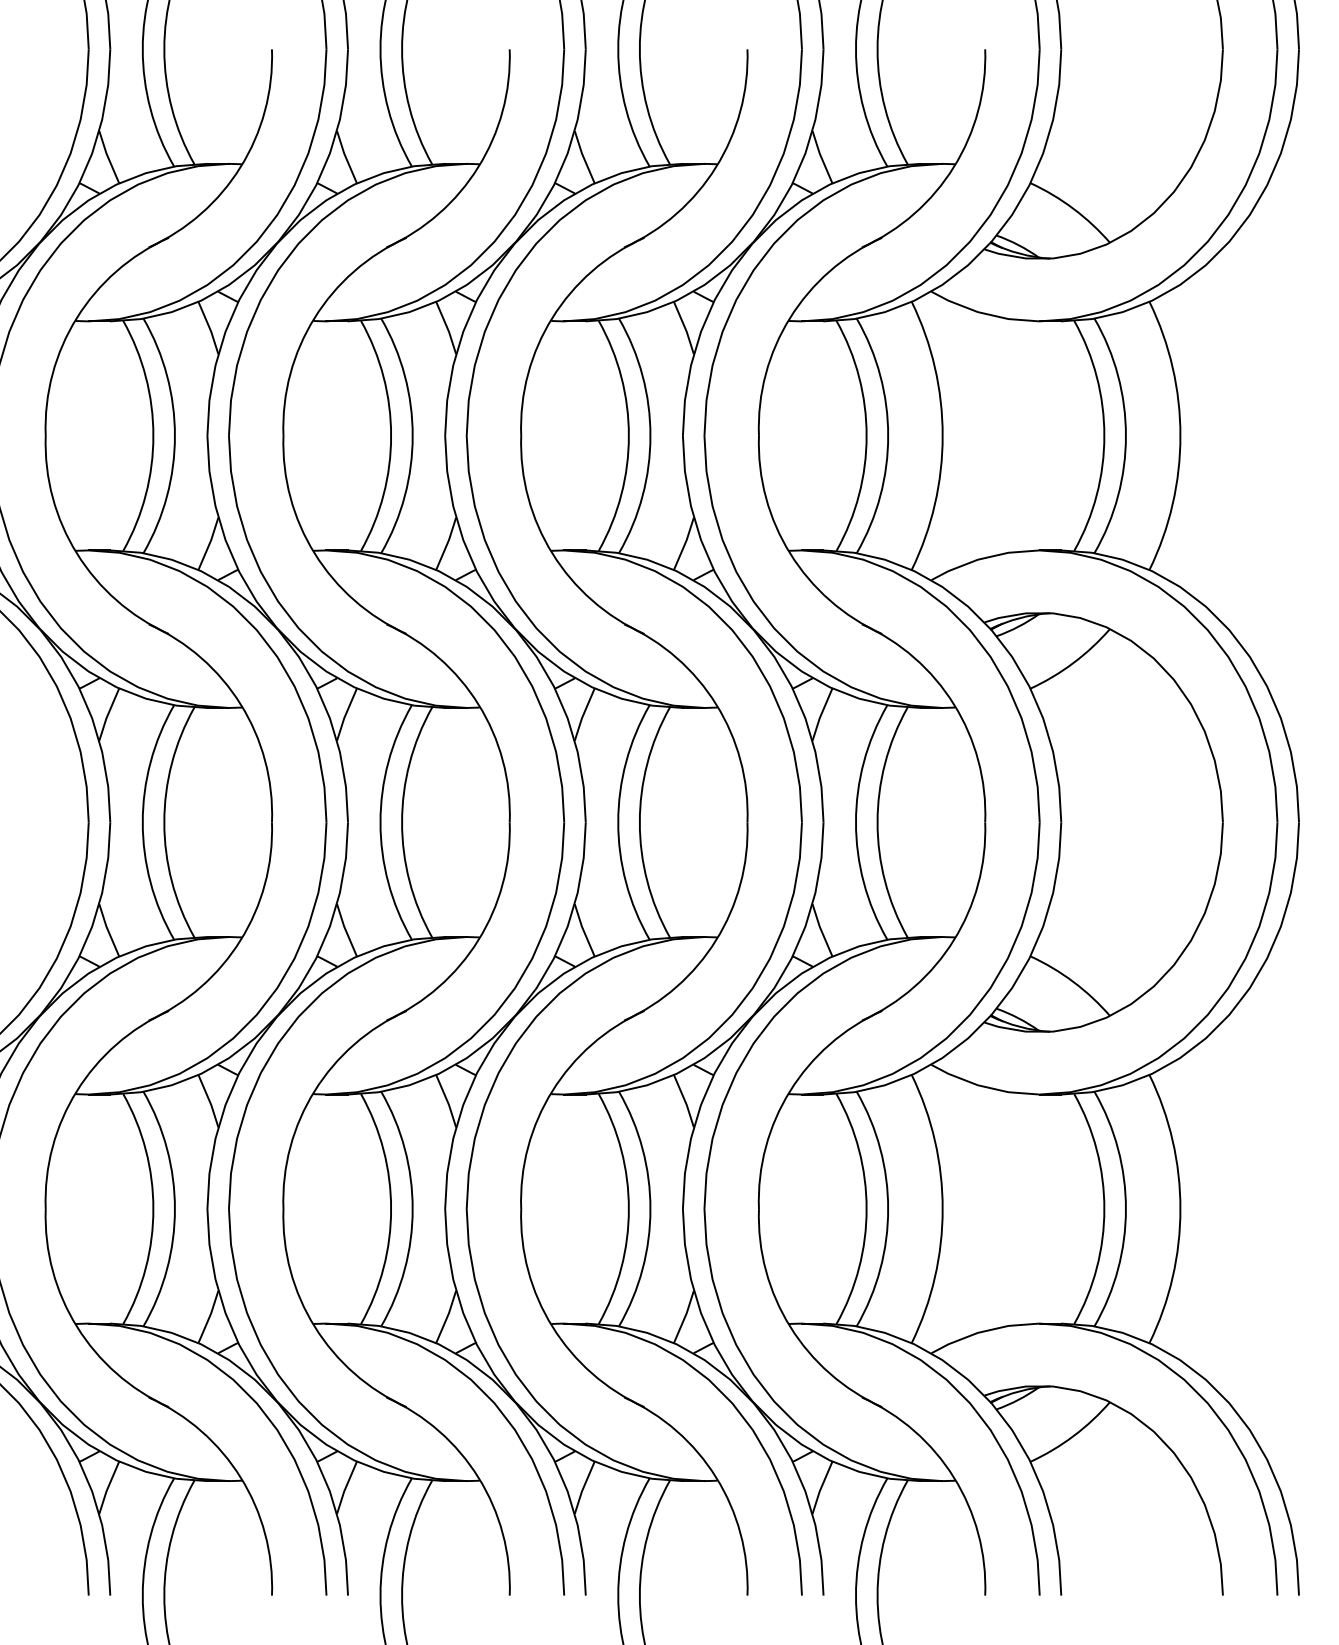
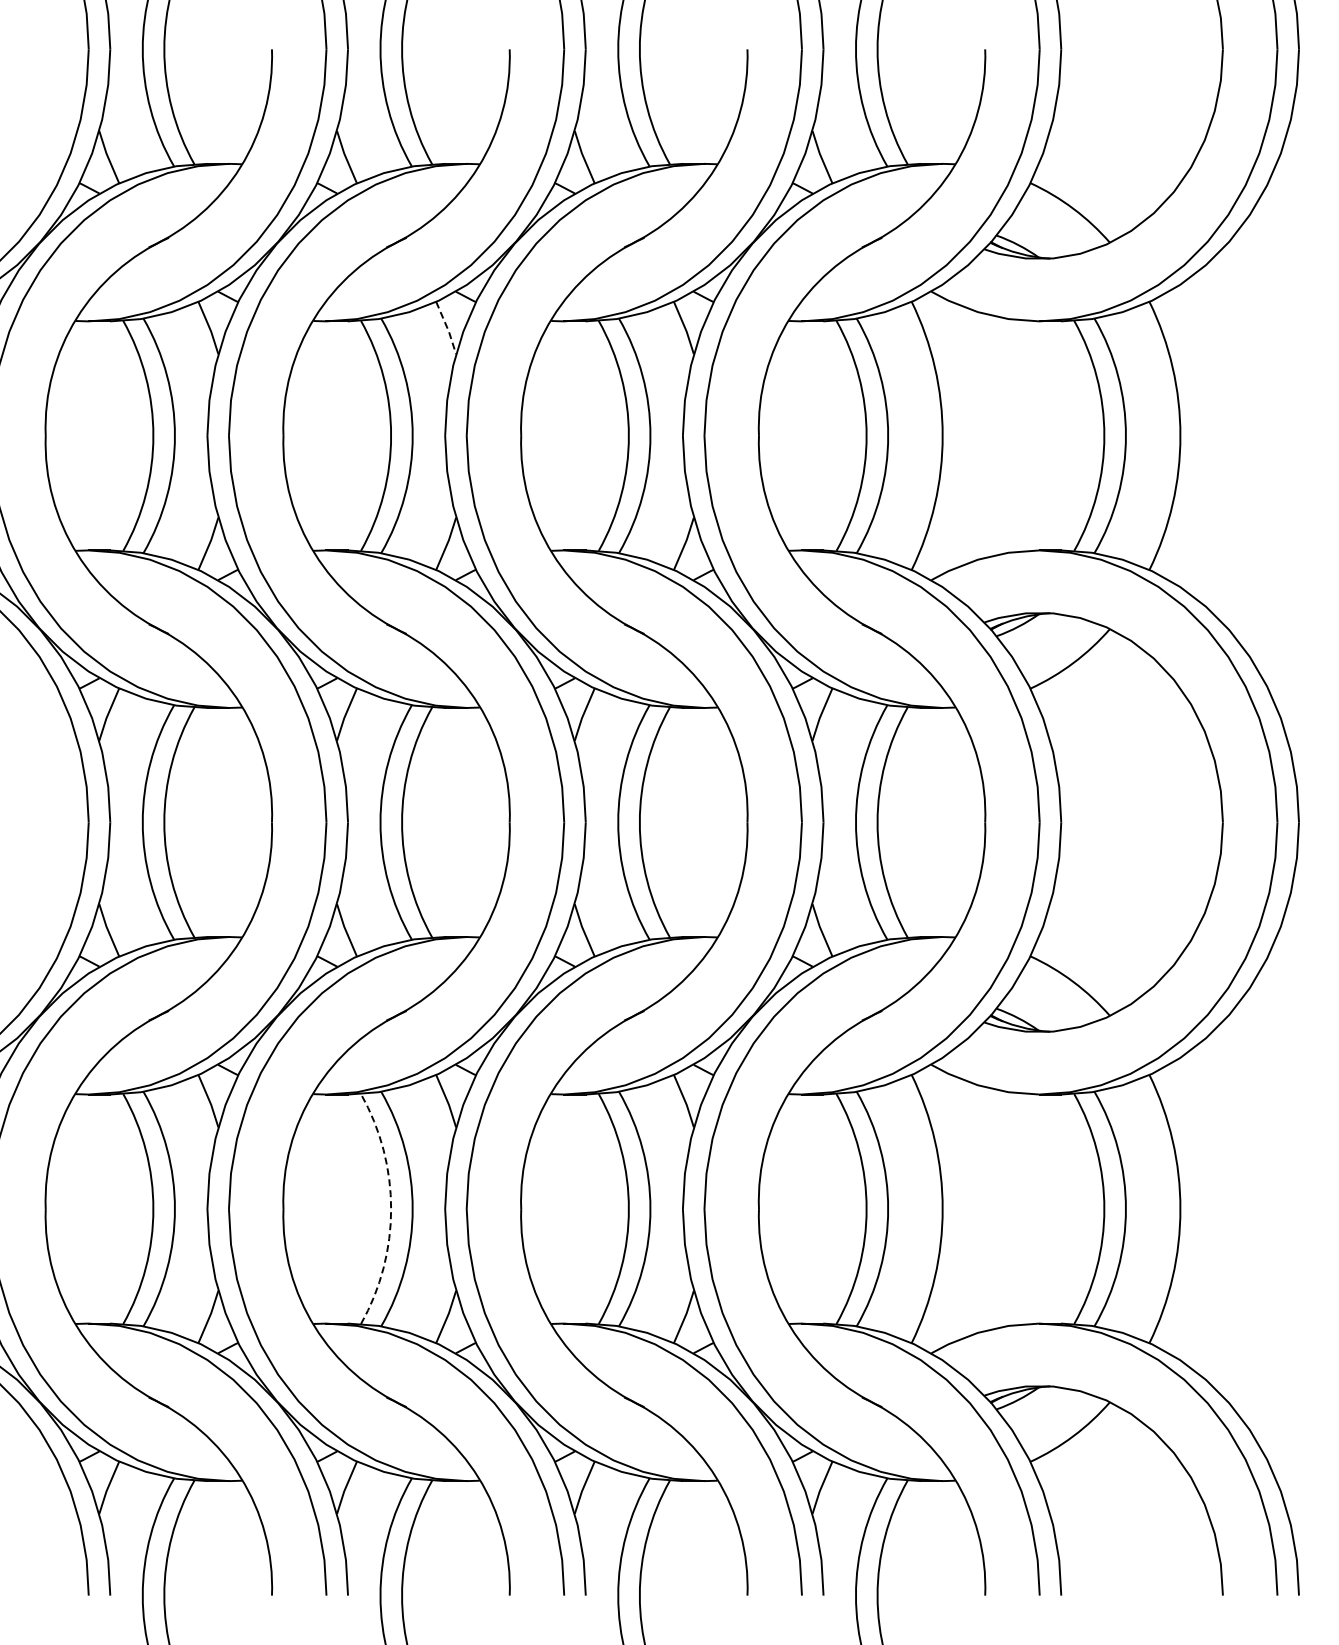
line at (447, 328): solid -> dashed
arc at (391, 1209): solid -> dashed
